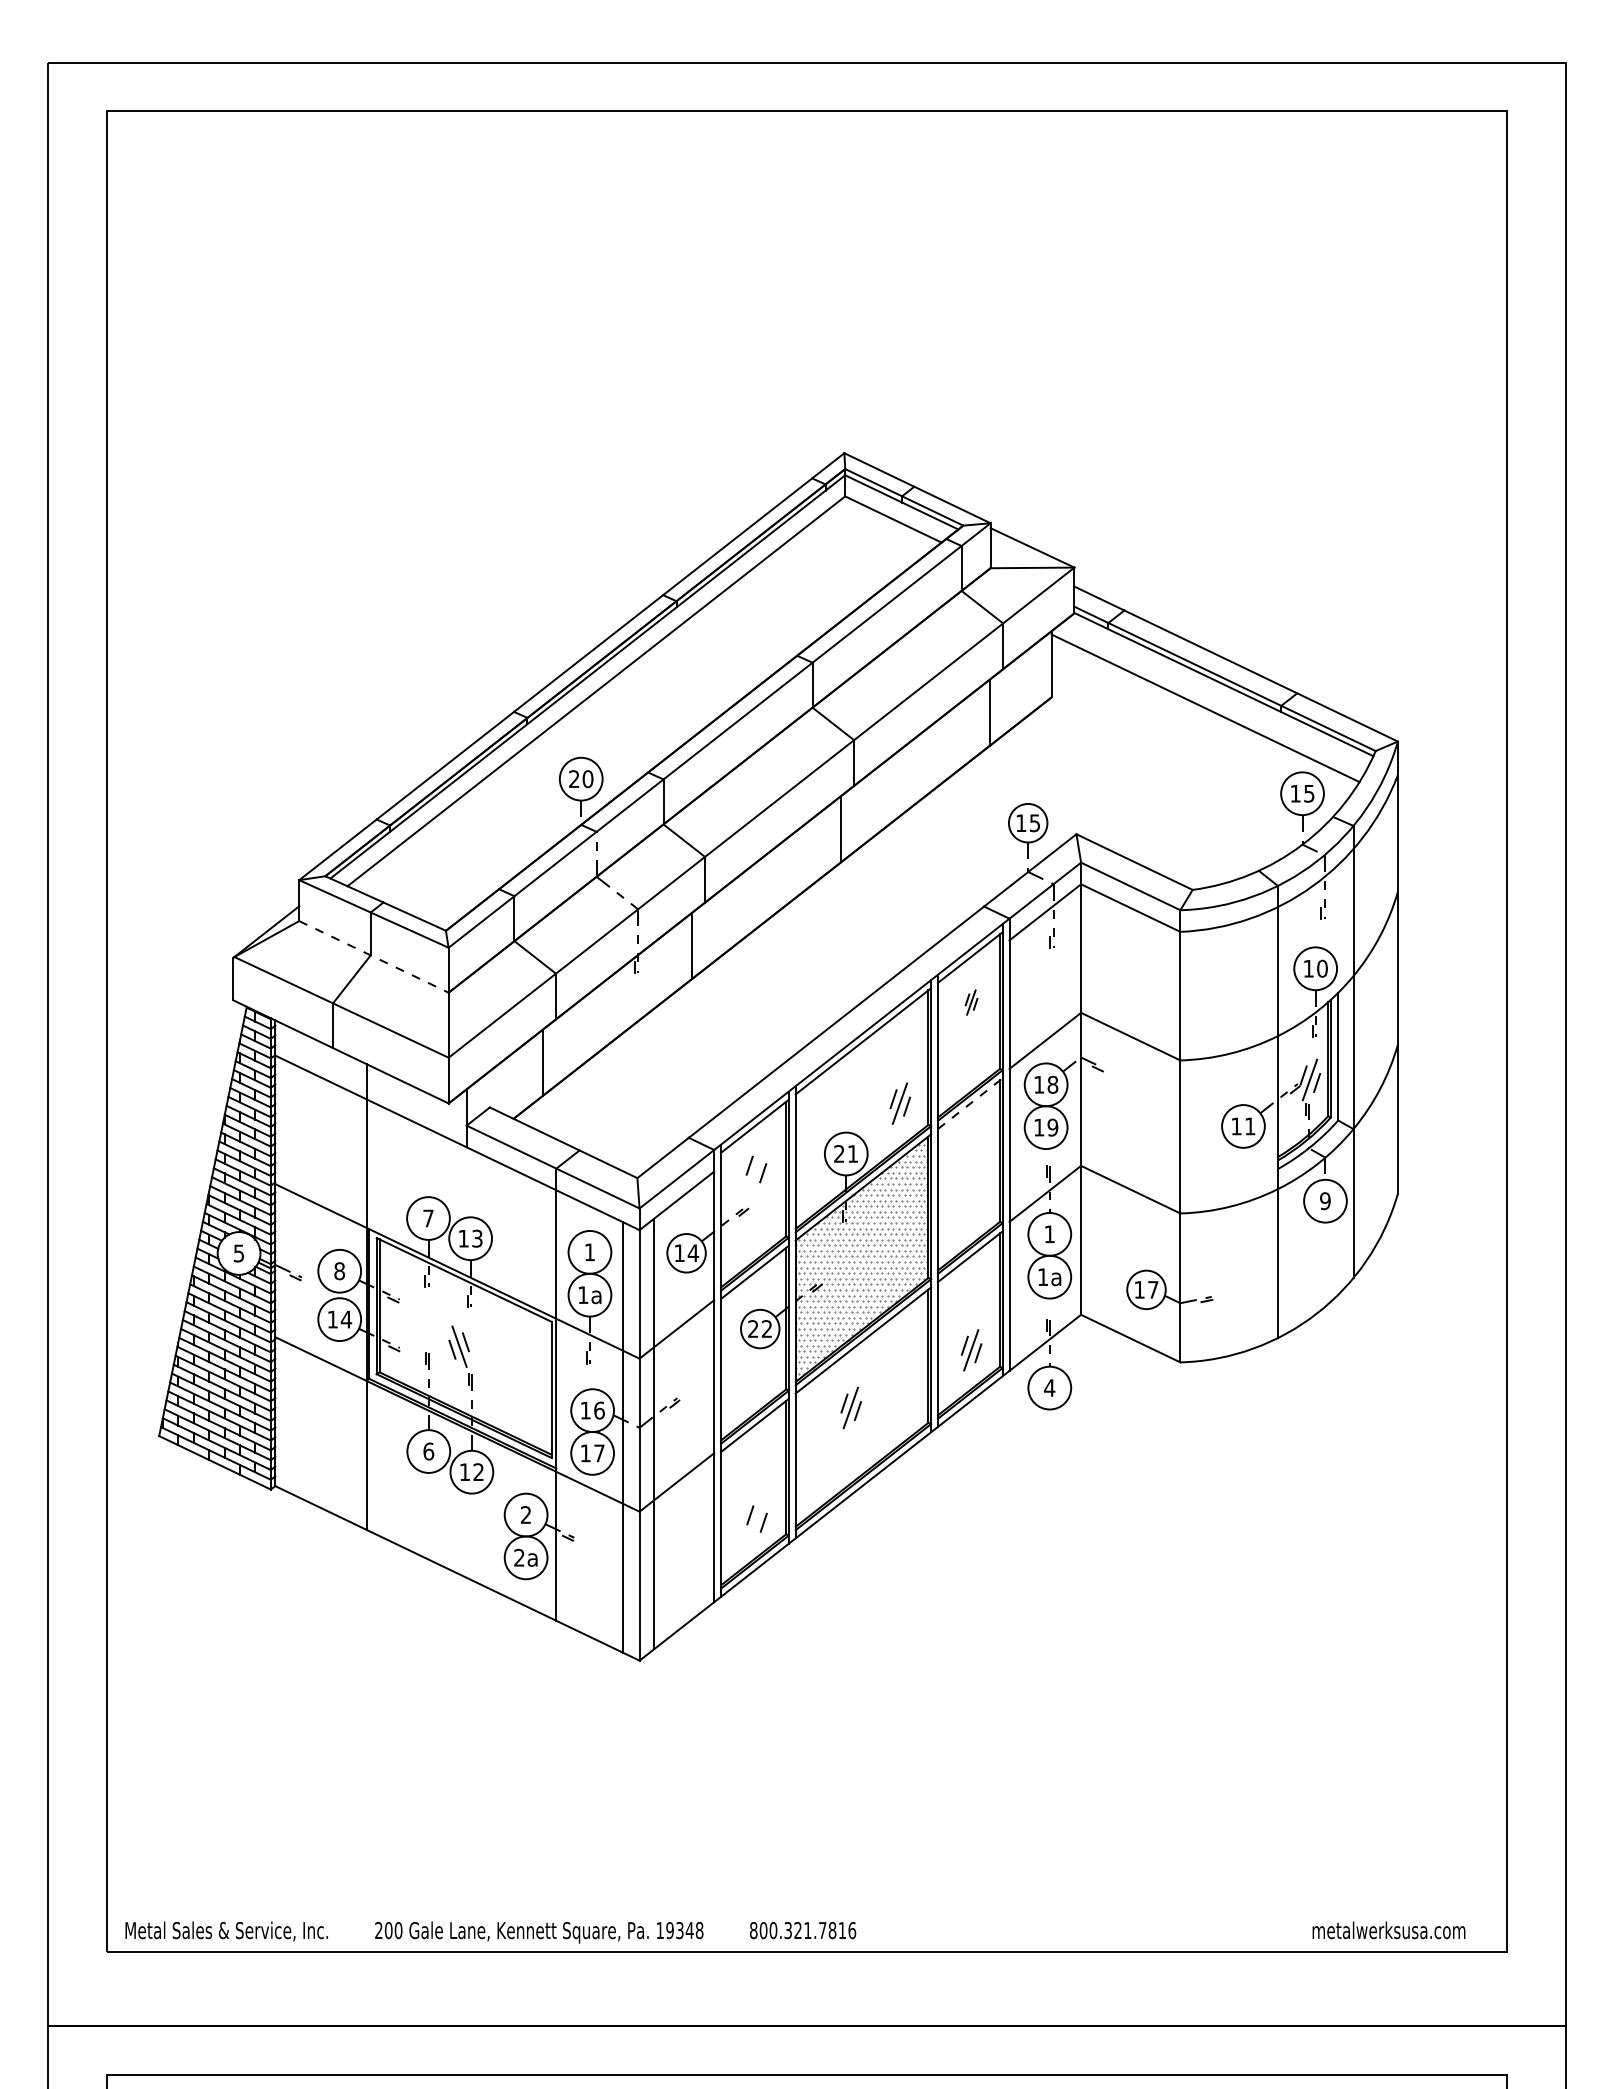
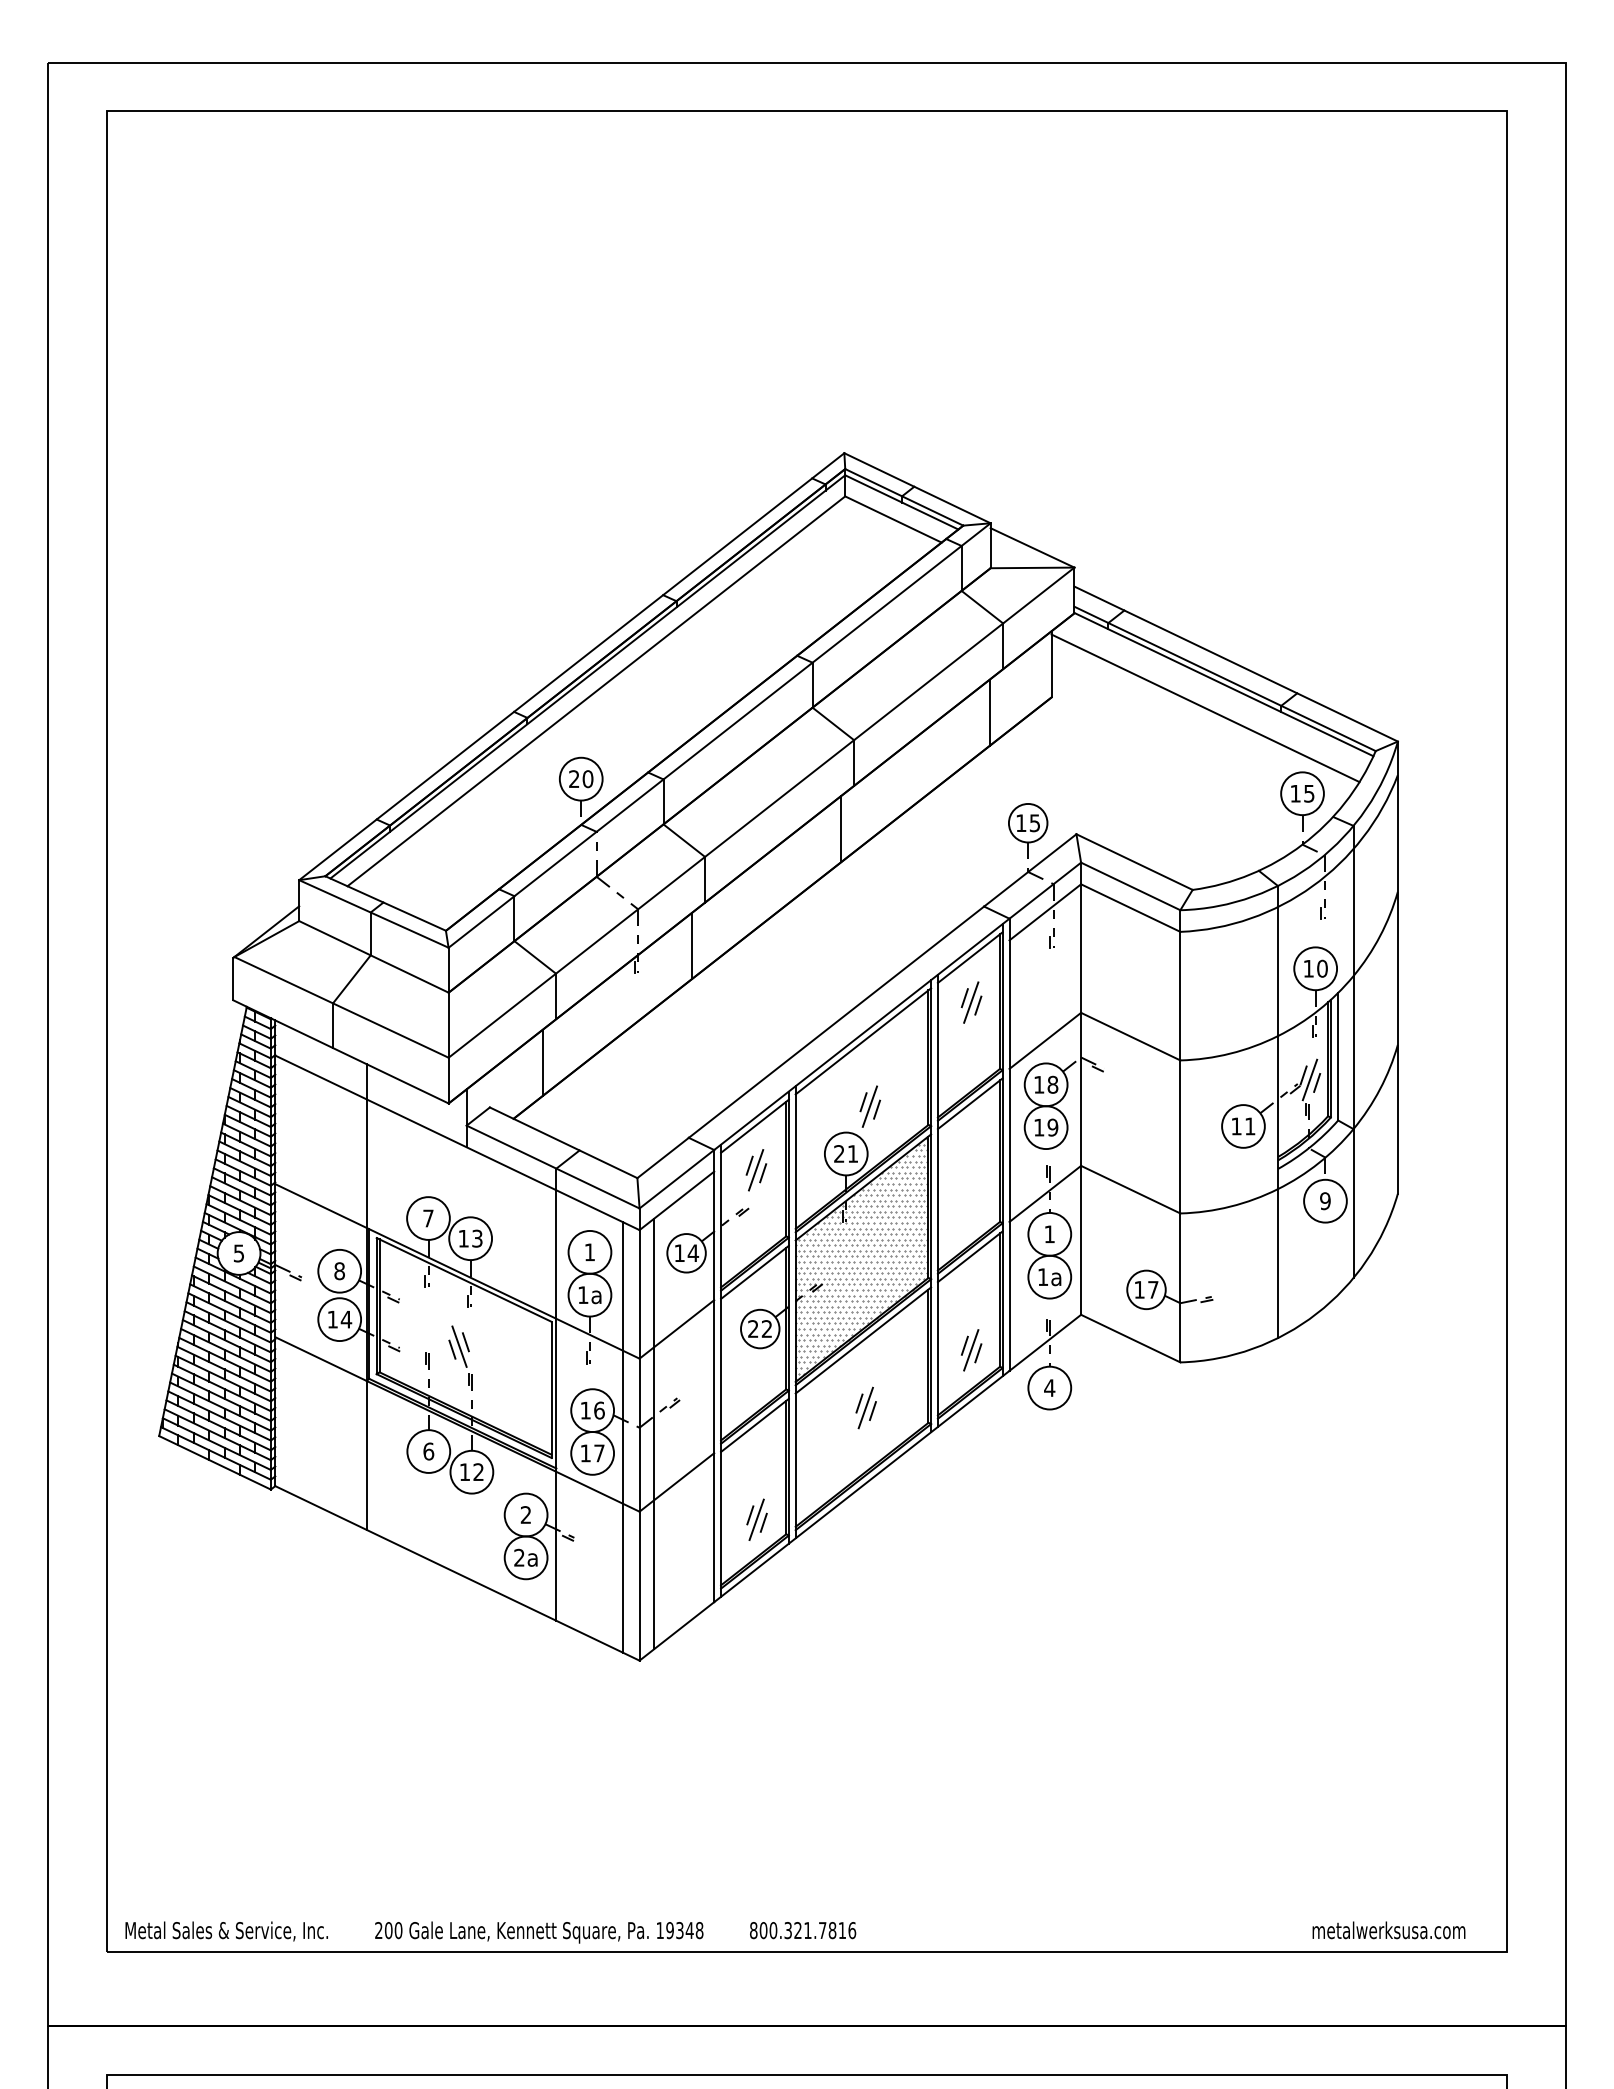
line at (373, 956): dashed -> solid
part at (971, 1002) size: 15x27 px -> 23x43 px
part at (899, 1103) position: (899, 1103) -> (869, 1106)
line at (970, 1103): dashed -> solid
line at (755, 1170): none -> present
part at (850, 1407) position: (850, 1407) -> (865, 1407)
line at (756, 1519): none -> present
